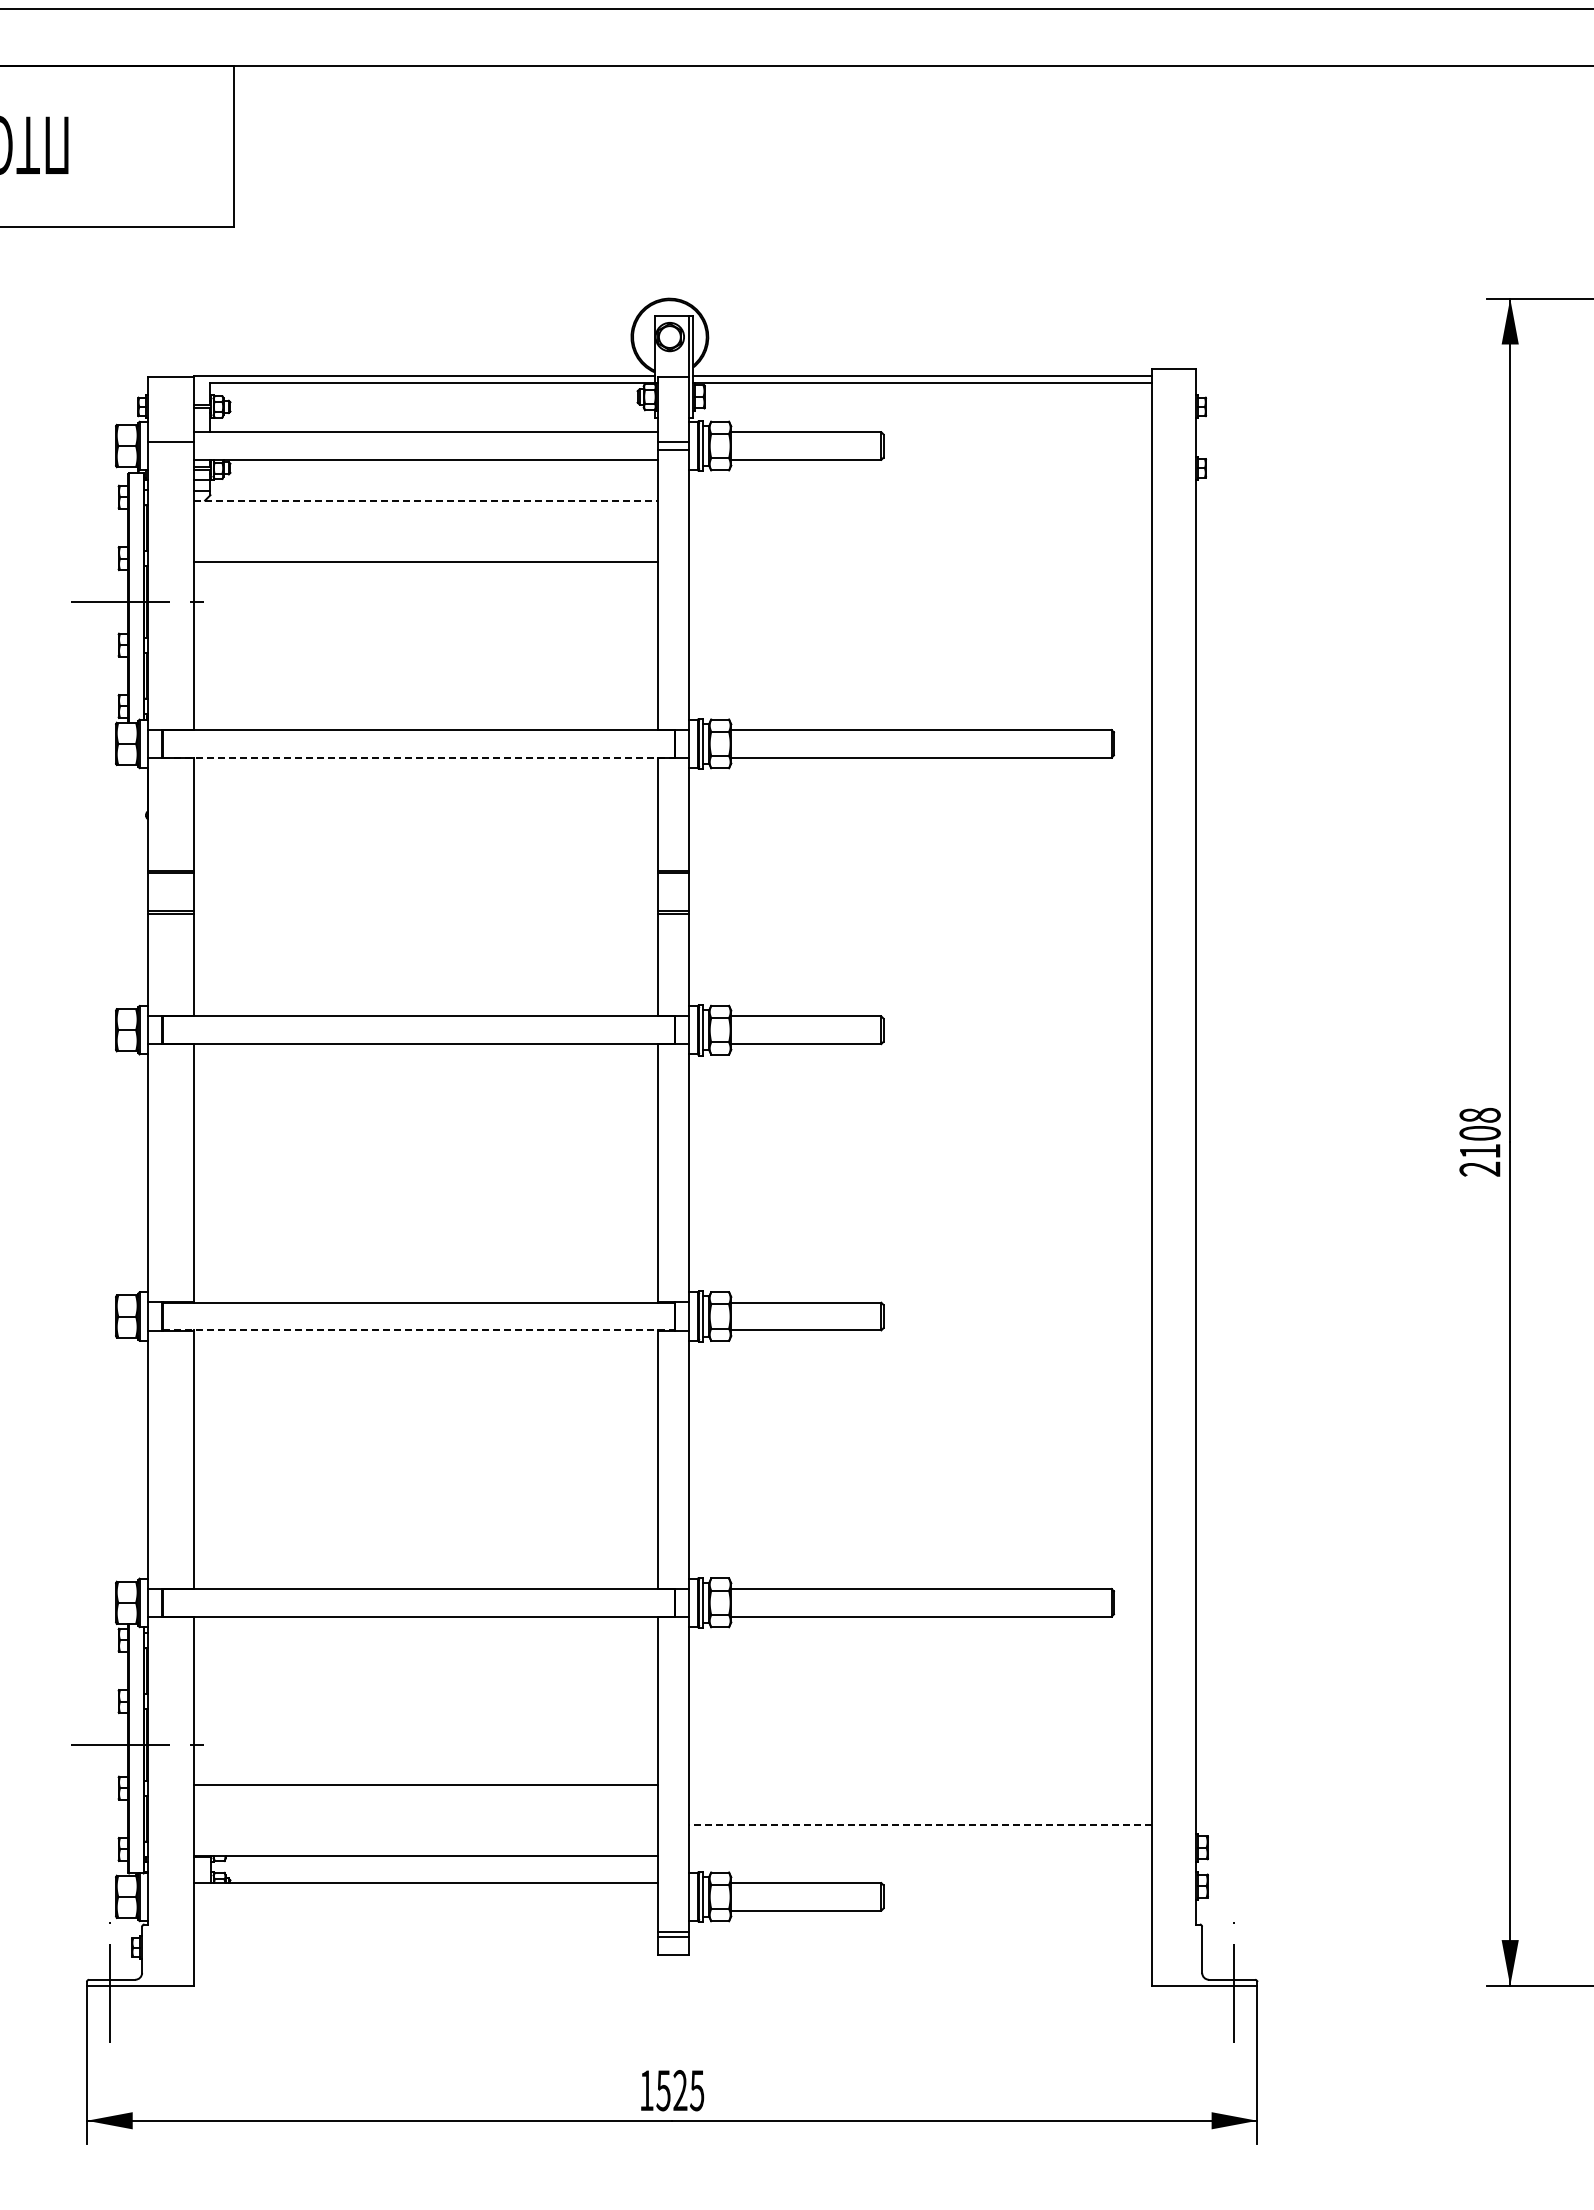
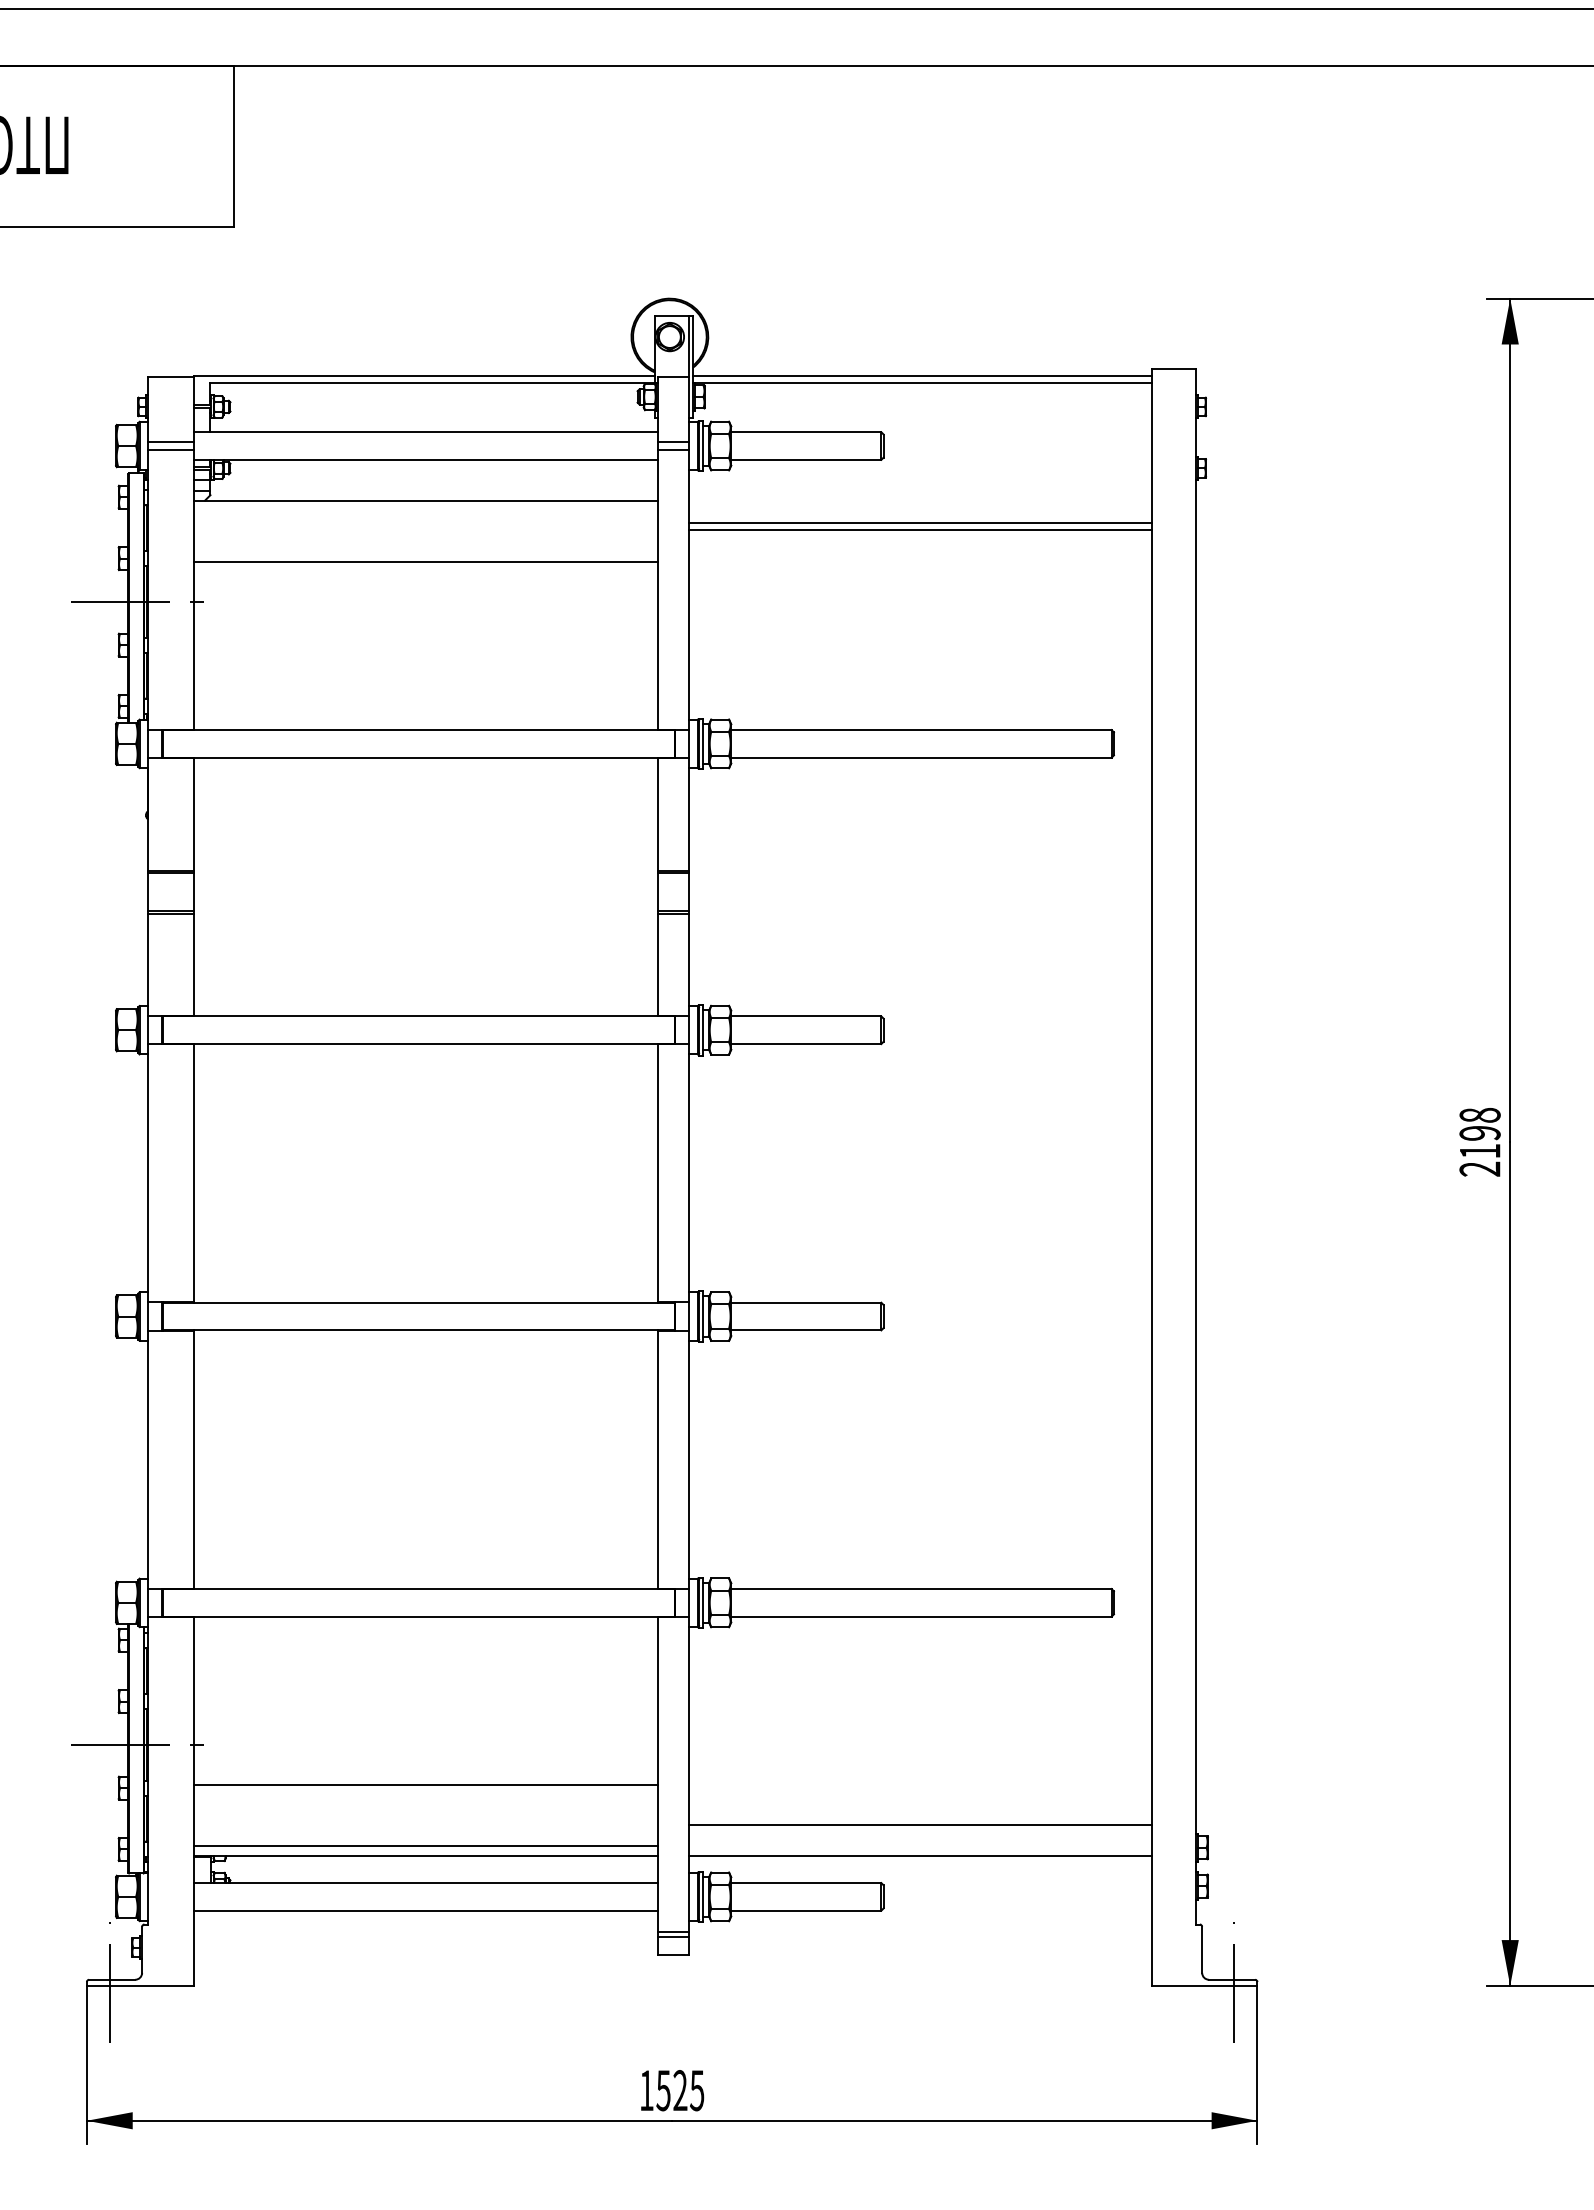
line at (171, 449): none -> present
line at (426, 500): dashed -> solid
line at (920, 523): none -> present
line at (920, 529): none -> present
line at (418, 757): dashed -> solid
text at (1479, 1133): 2108 -> 2198
line at (418, 1330): dashed -> solid
line at (919, 1825): dashed -> solid
line at (426, 1846): none -> present
line at (920, 1856): none -> present
line at (426, 1910): none -> present
